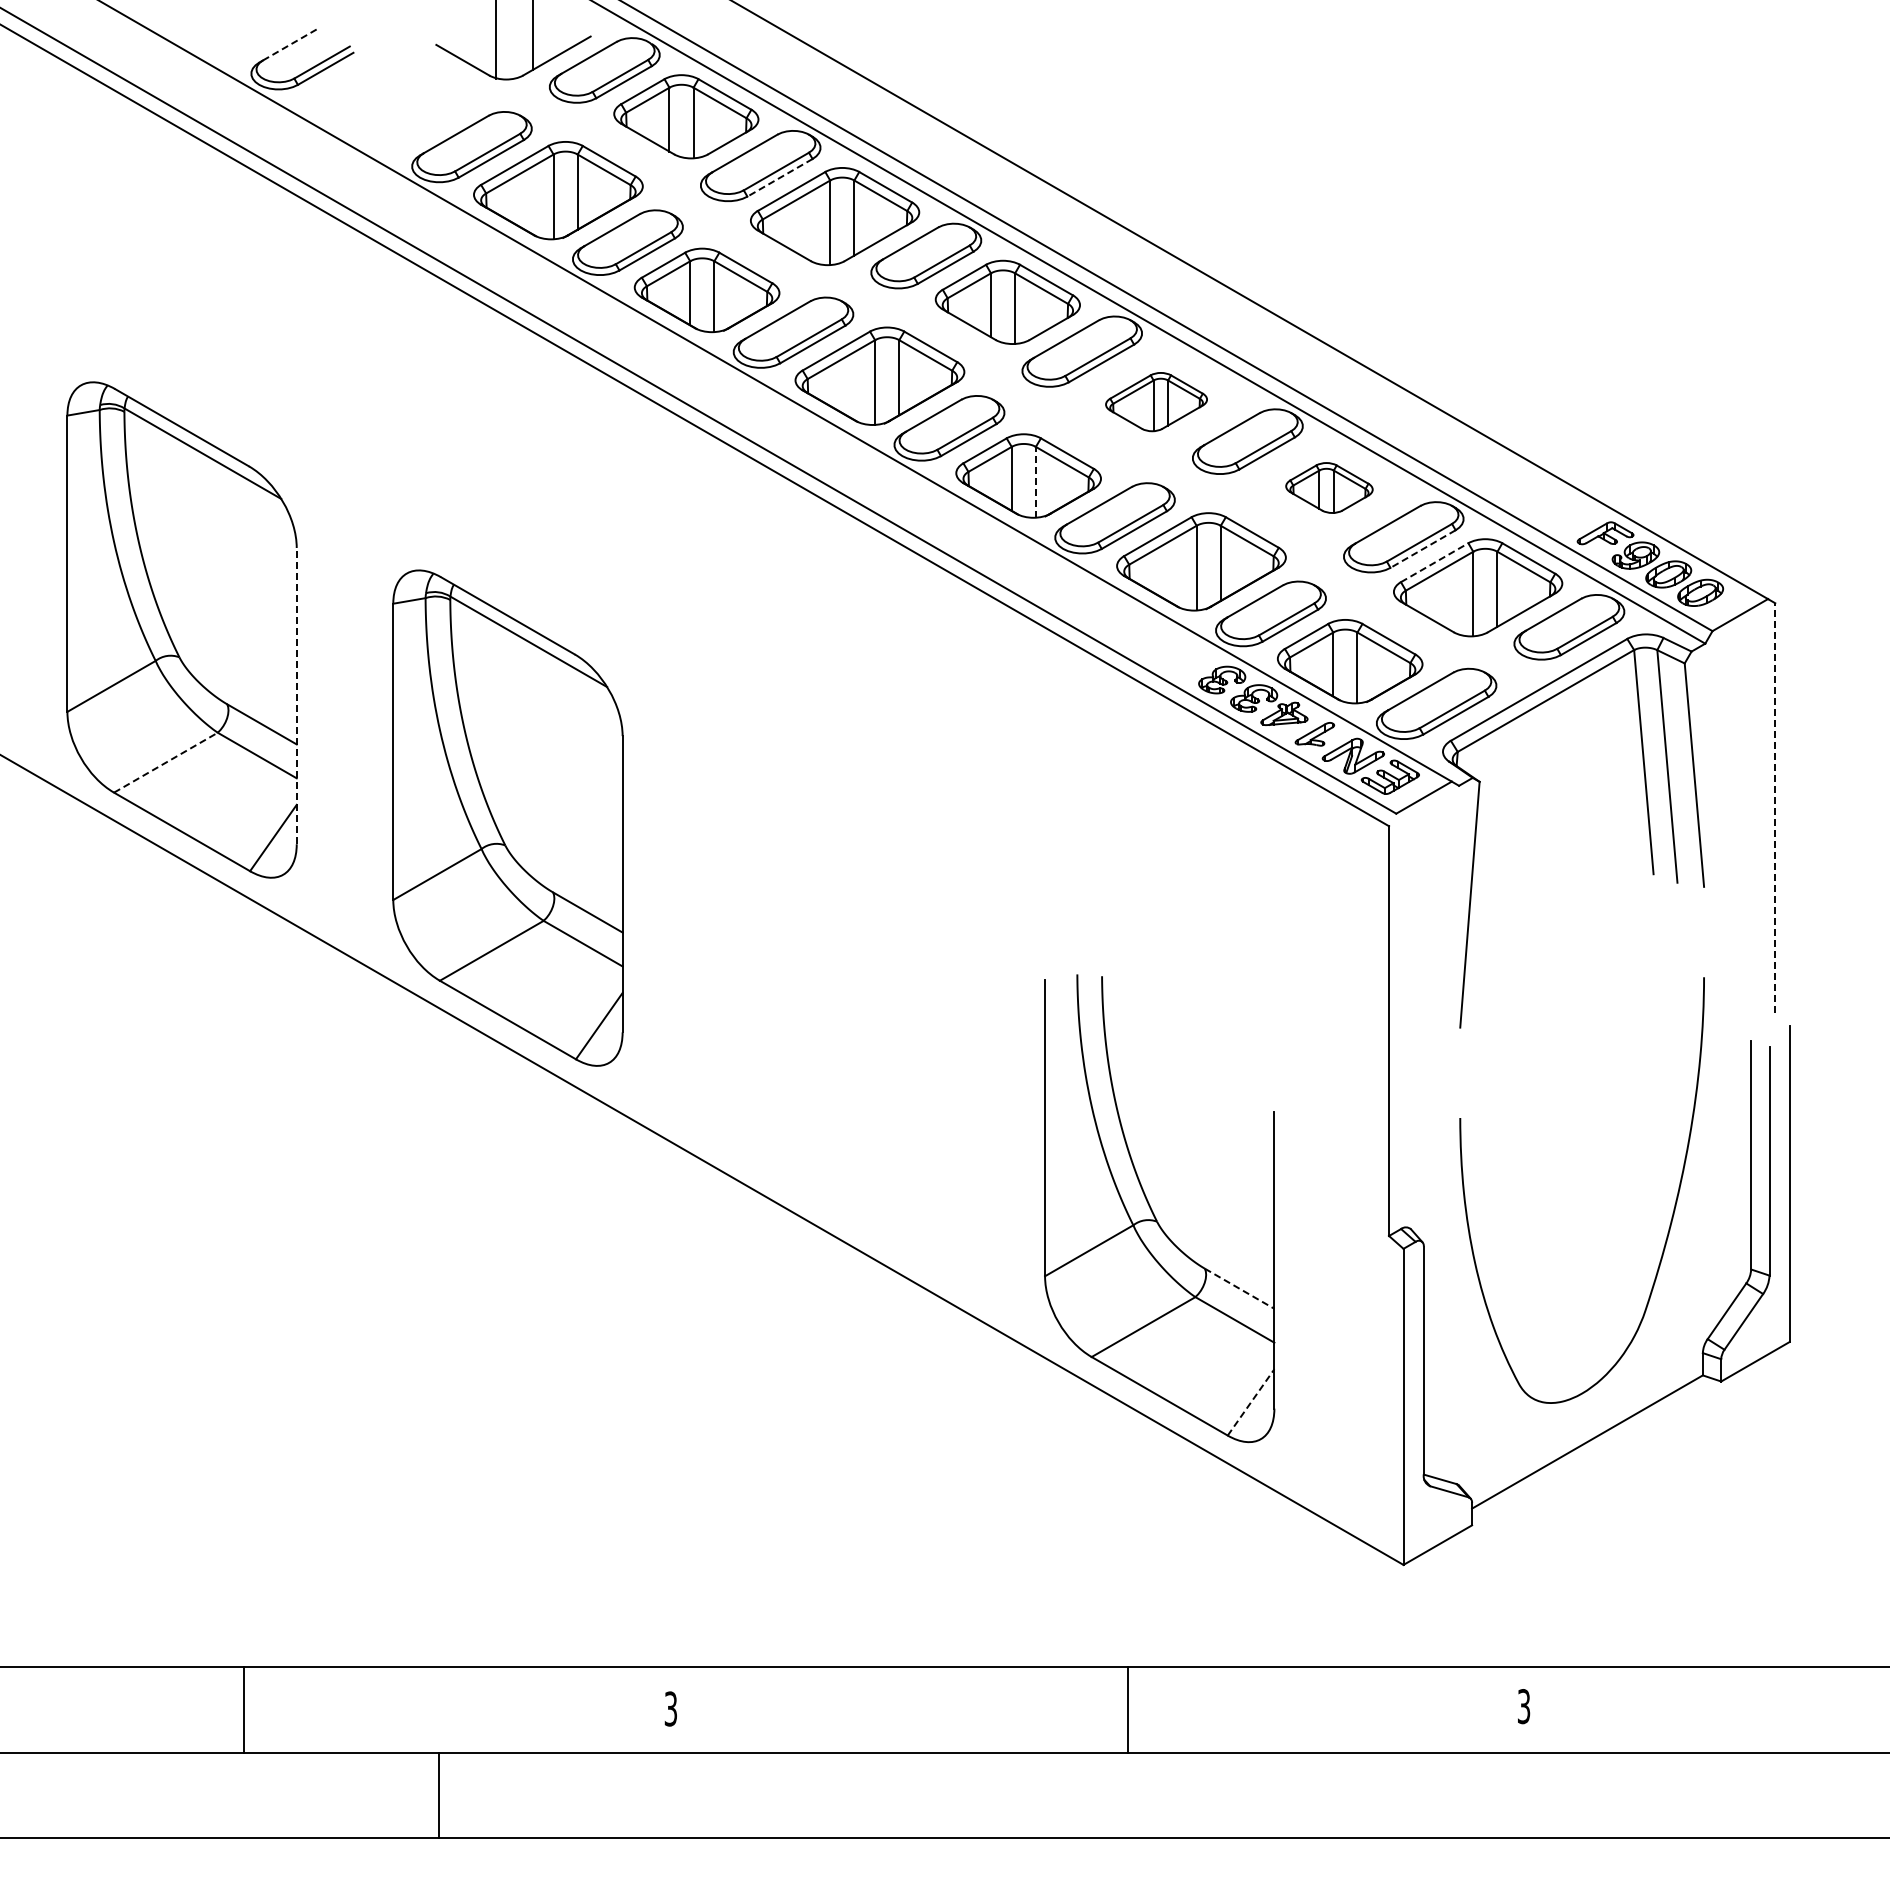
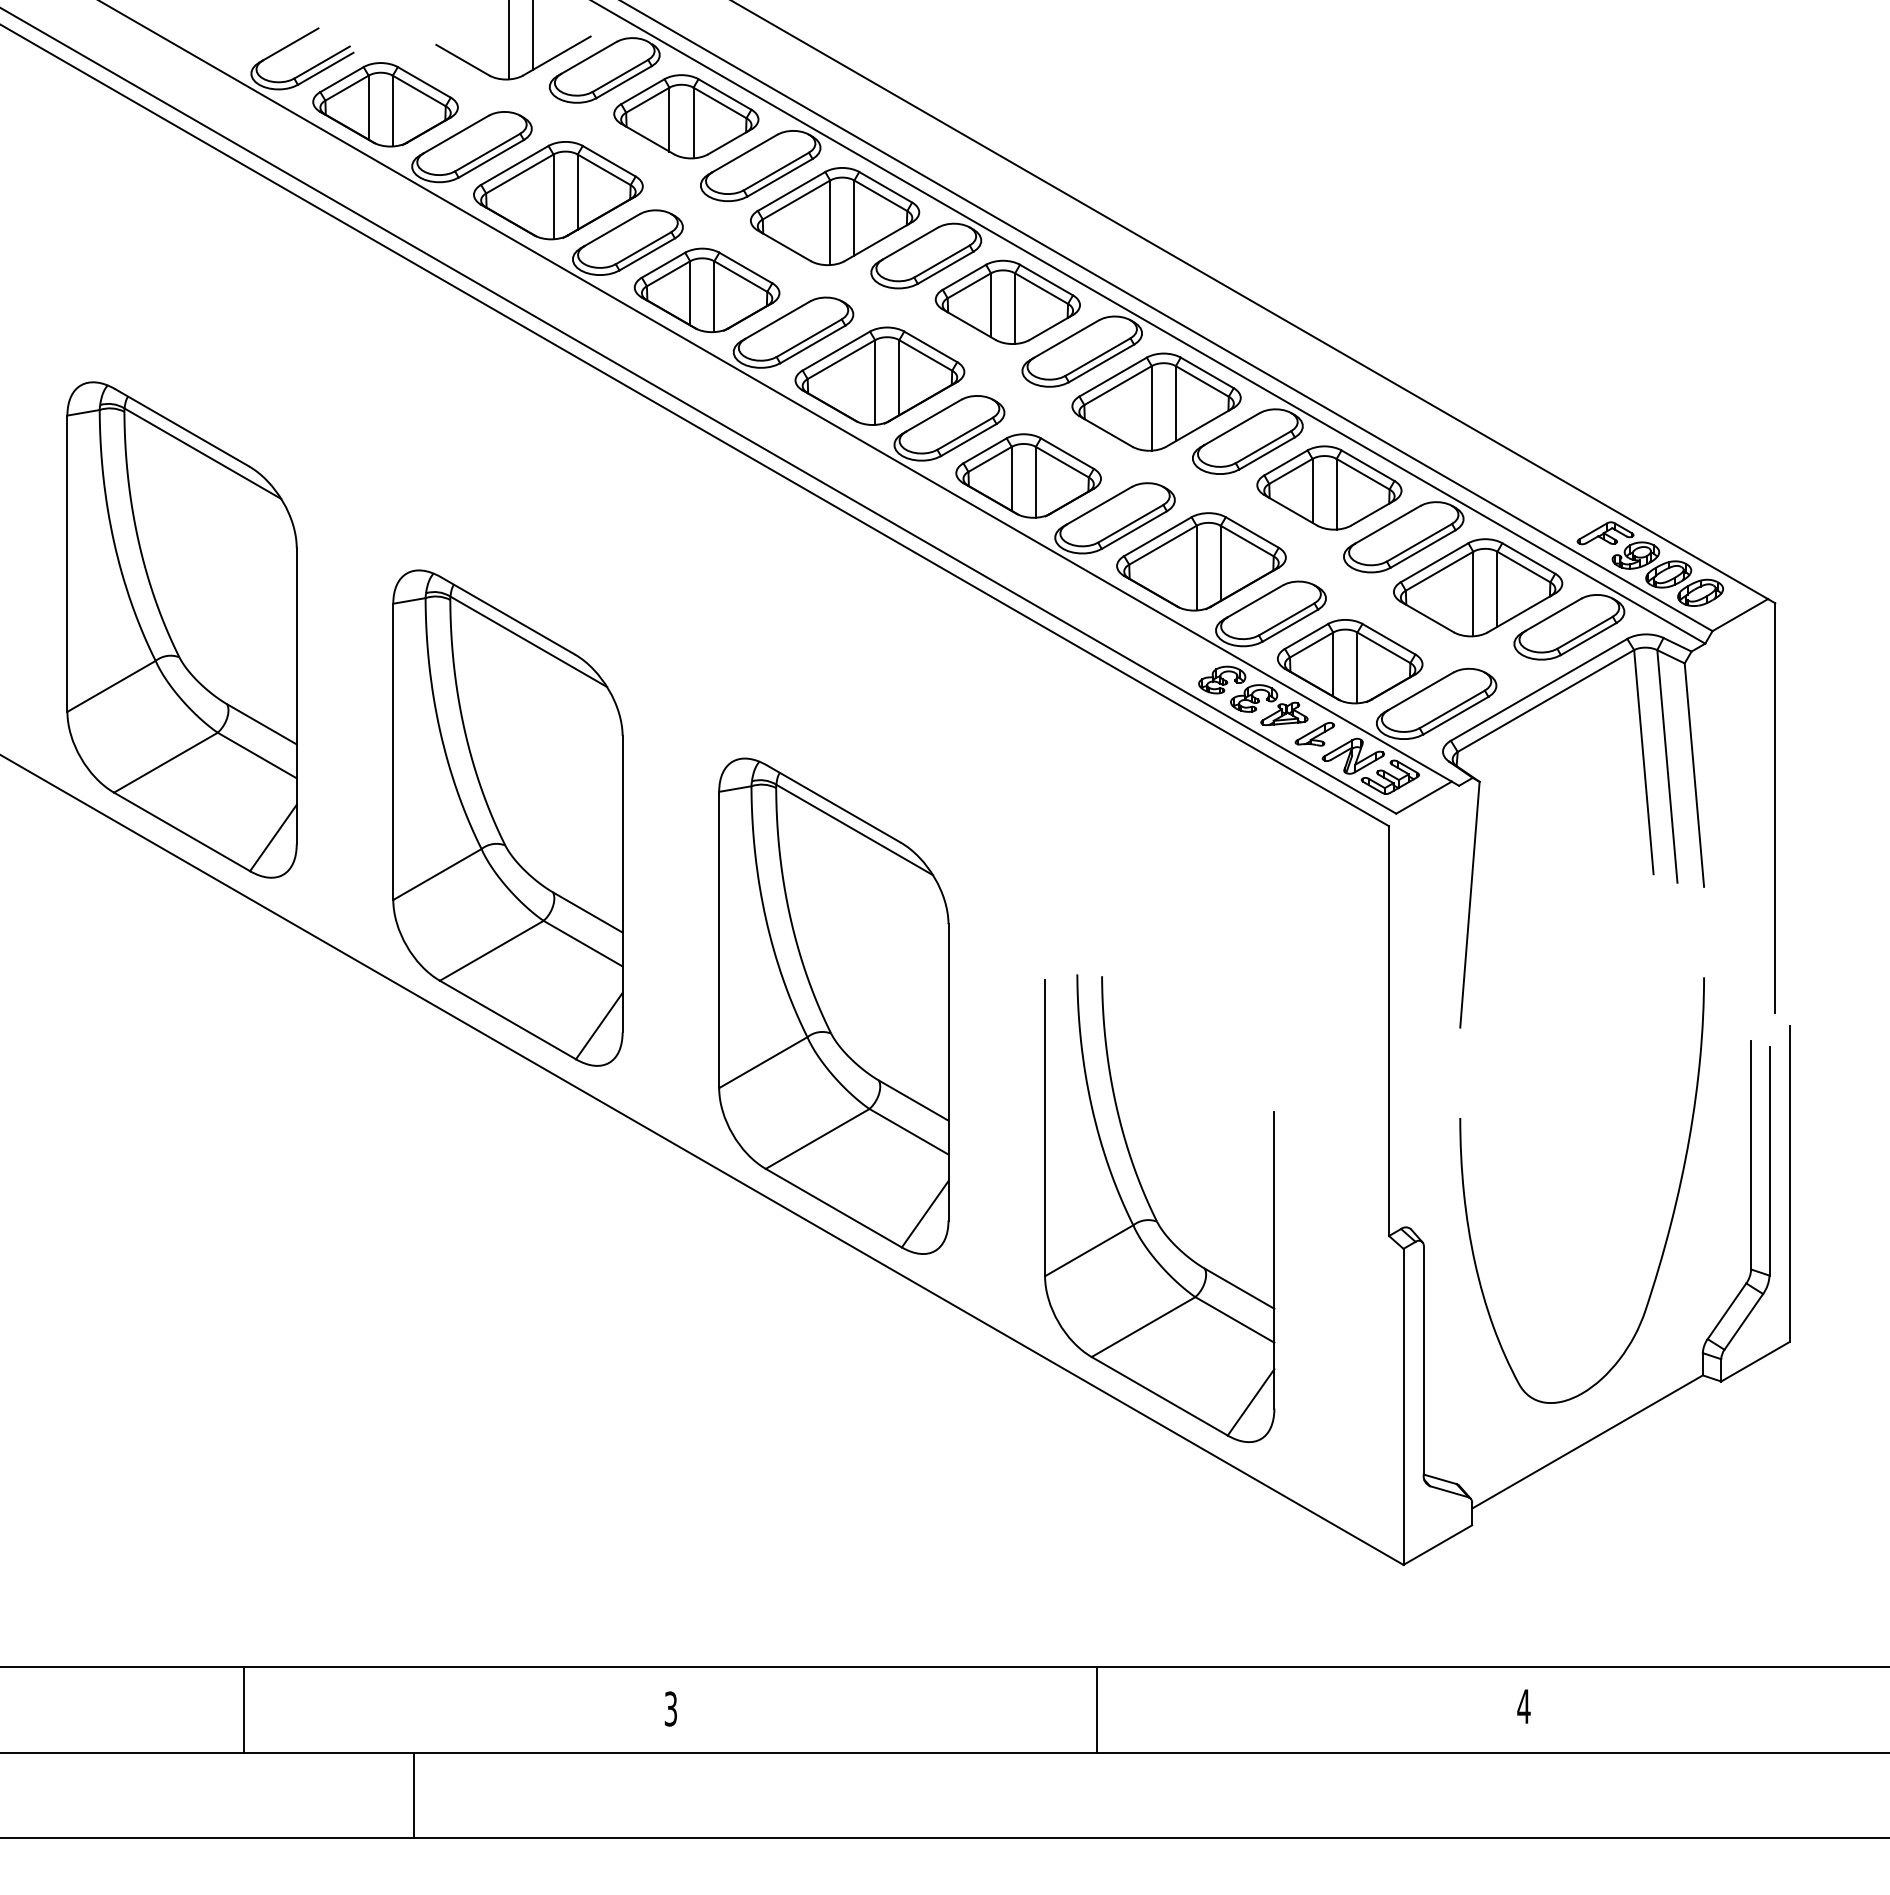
line at (495, 40) position: (495, 40) -> (508, 40)
line at (291, 44): dashed -> solid
part at (385, 104): none -> present
line at (780, 177): dashed -> solid
part at (1156, 402) size: 103x61 px -> 171x100 px
line at (1035, 481): dashed -> solid
part at (1329, 487) size: 89x52 px -> 147x86 px
line at (1423, 549): dashed -> solid
line at (1434, 562): dashed -> solid
line at (296, 695): dashed -> solid
line at (165, 762): dashed -> solid
line at (1775, 808): dashed -> solid
part at (833, 1005): none -> present
line at (1240, 1289): dashed -> solid
line at (1251, 1402): dashed -> solid
text at (1523, 1706): 3 -> 4
line at (1127, 1709) position: (1127, 1709) -> (1096, 1709)
line at (439, 1795) position: (439, 1795) -> (414, 1795)
